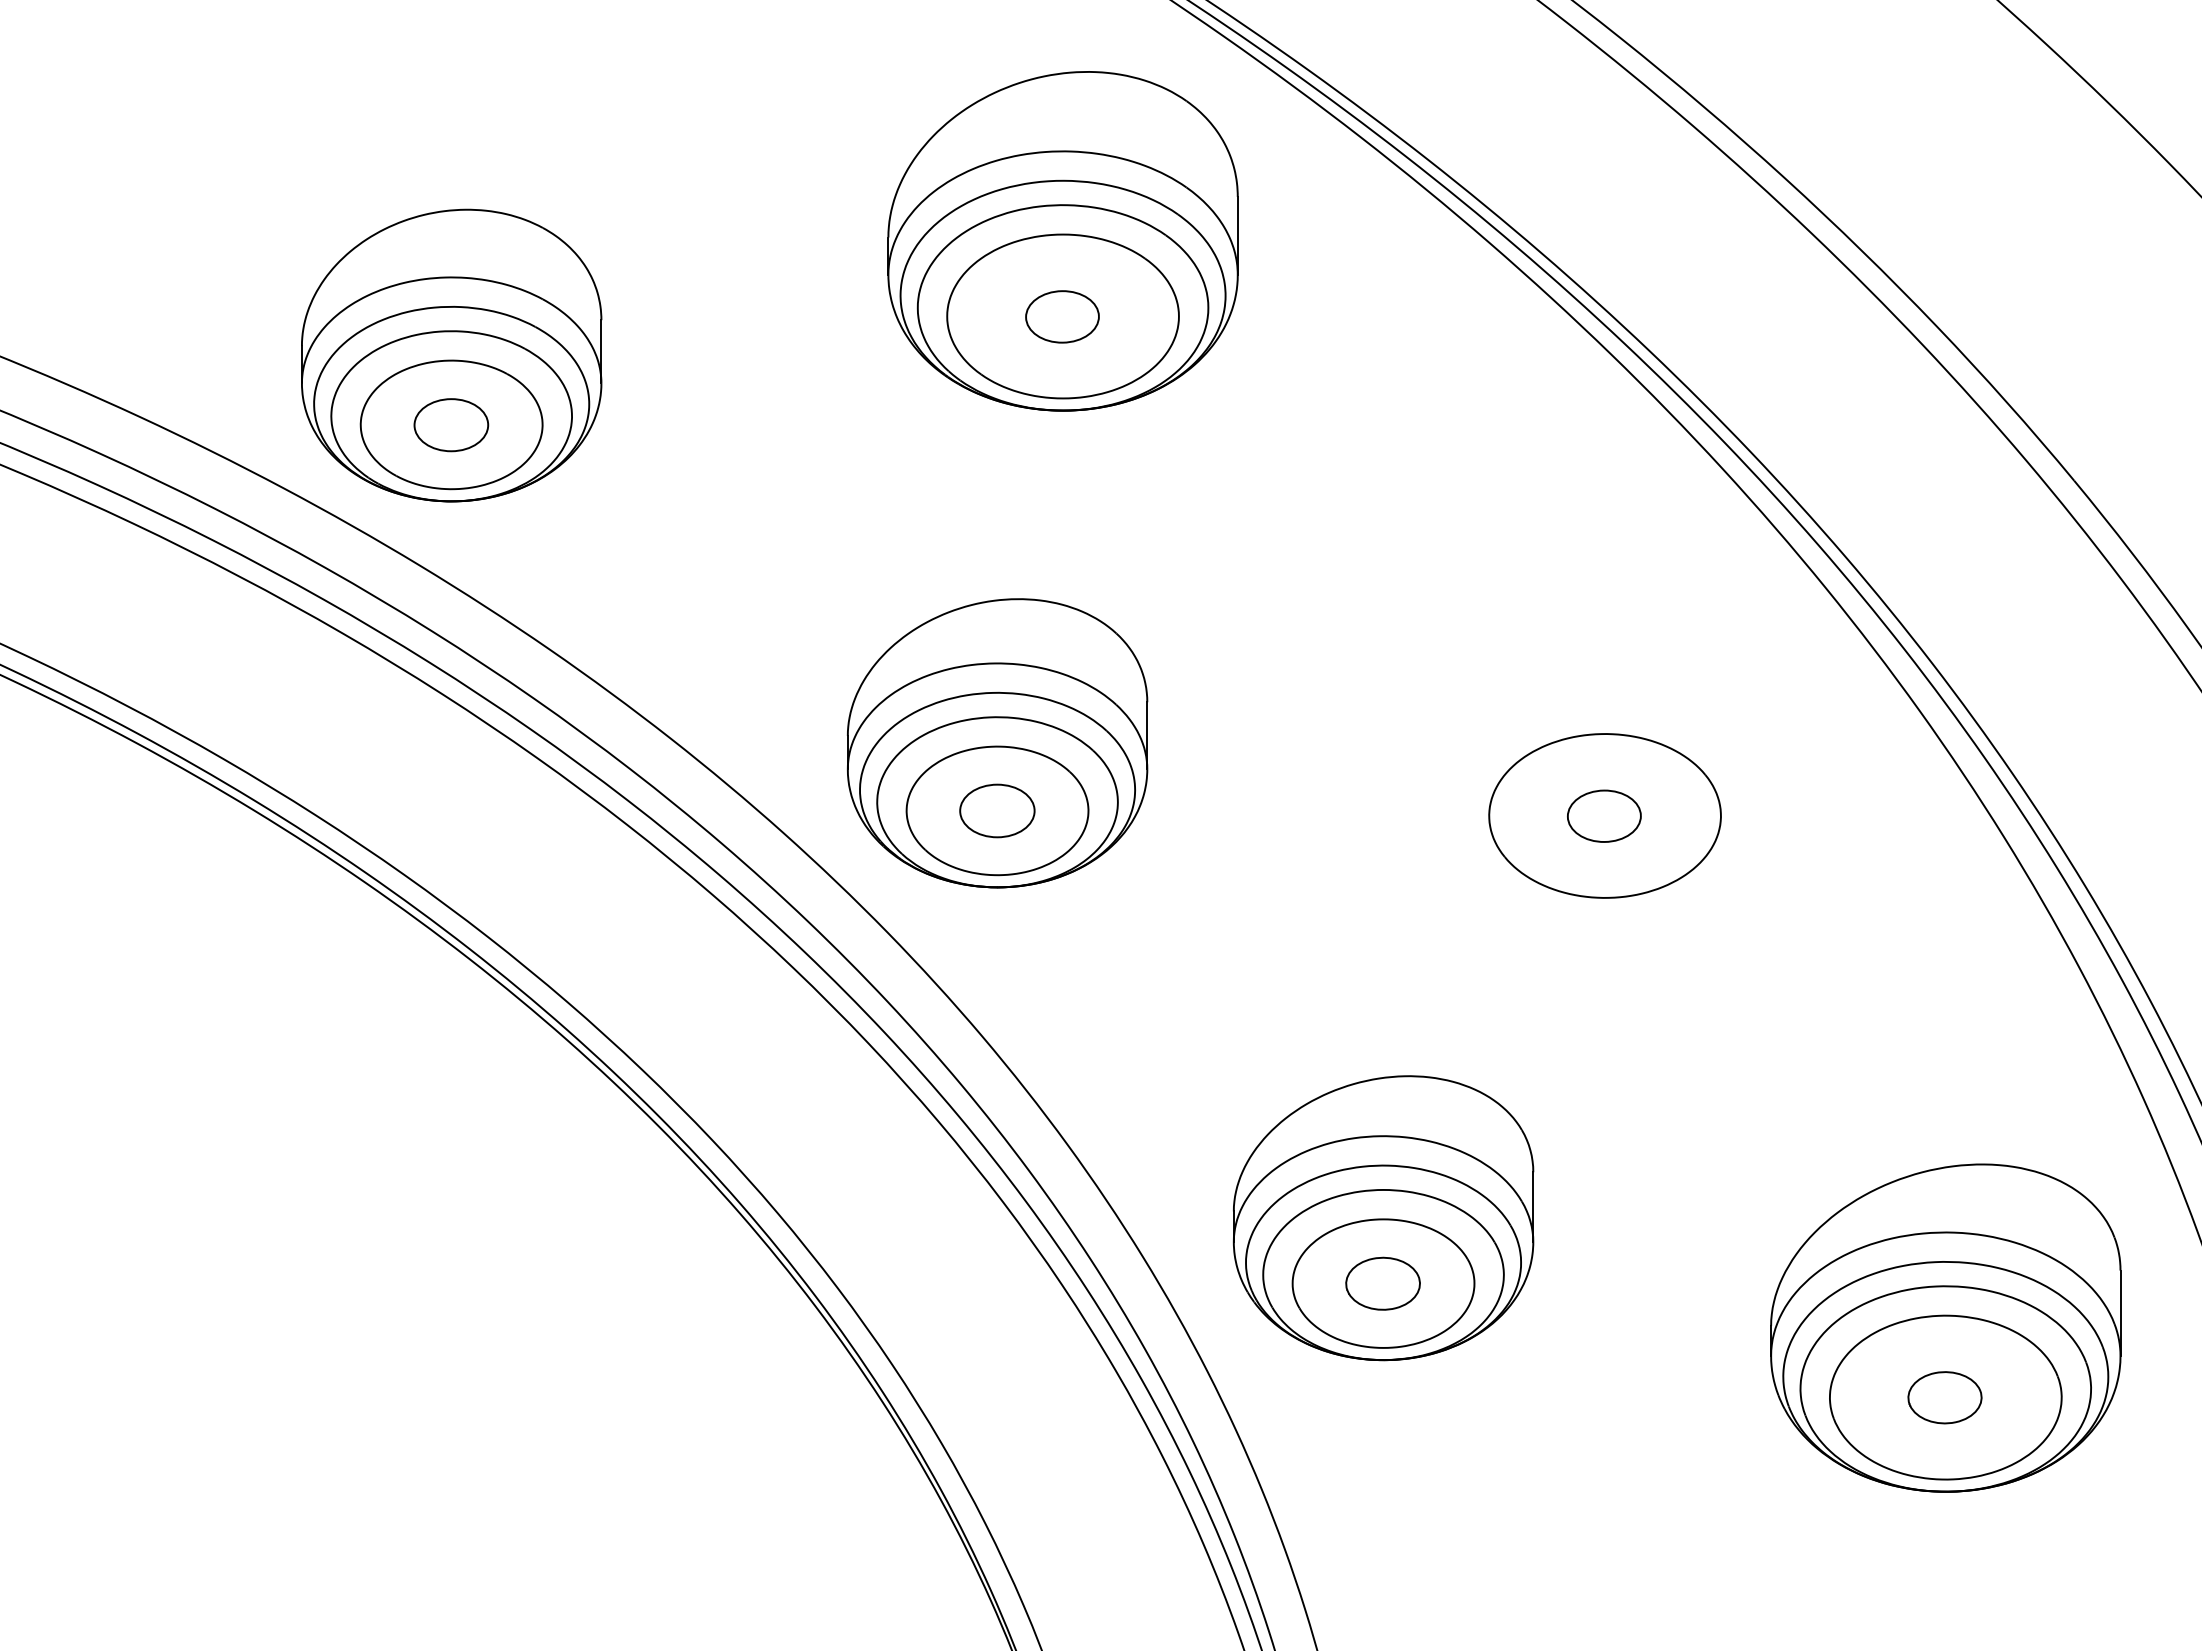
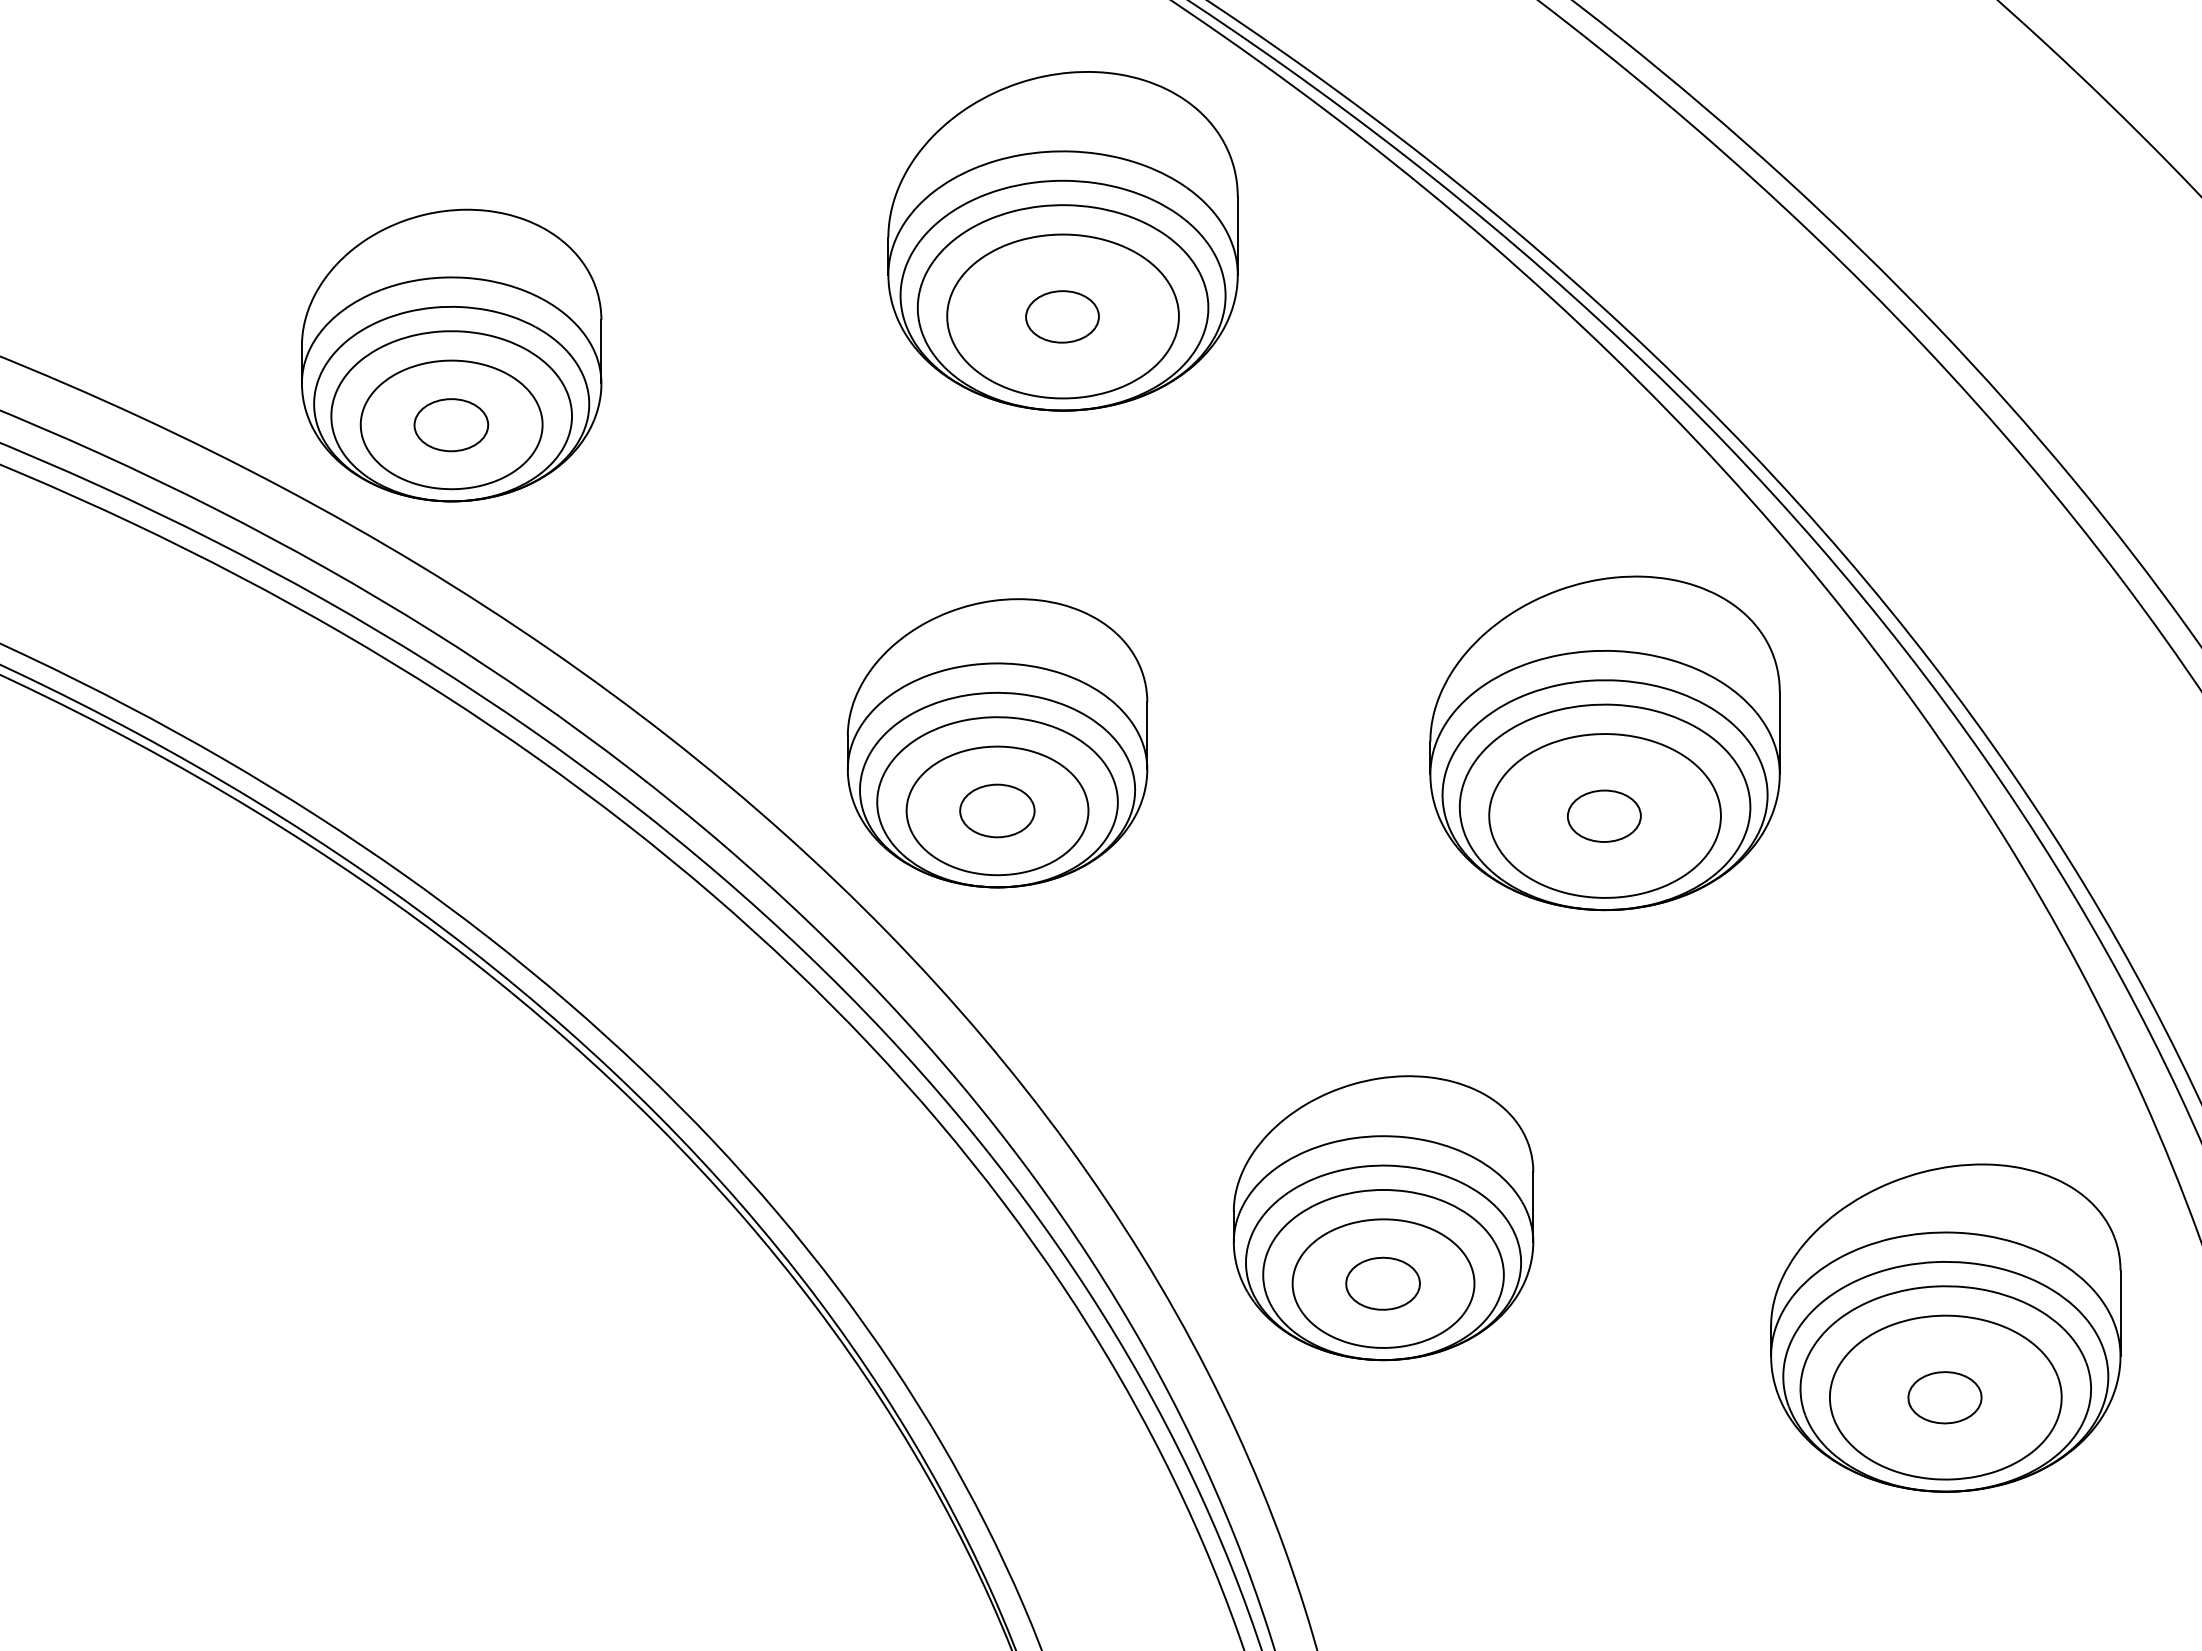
part at (1604, 743): none -> present
